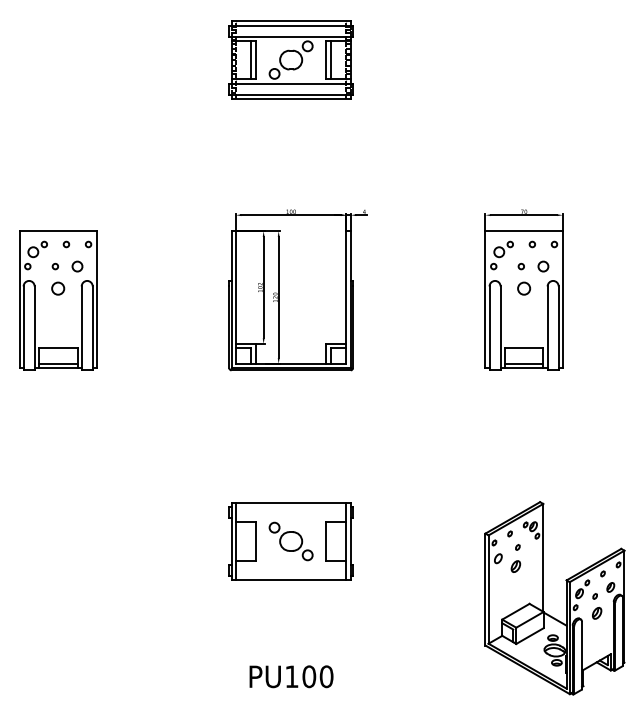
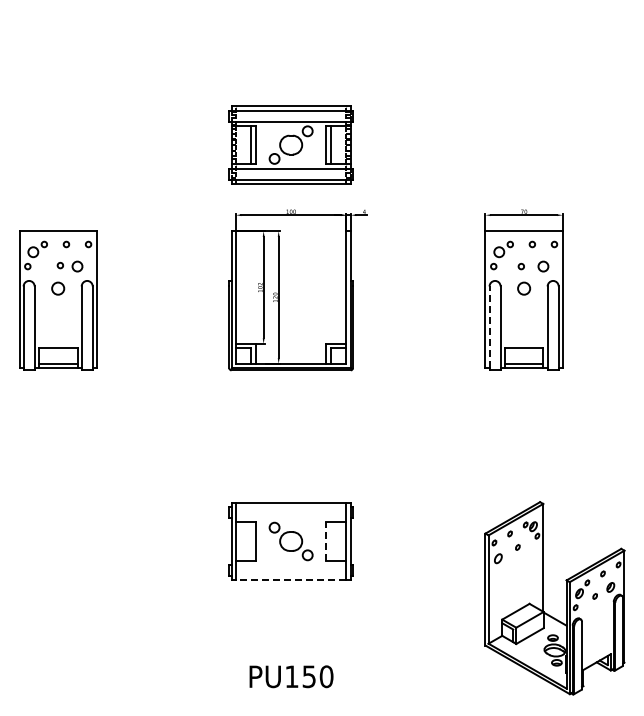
part at (290, 59) position: (290, 59) -> (290, 144)
circle at (55, 266) position: (55, 266) -> (60, 265)
line at (489, 327): solid -> dashed
line at (326, 541): solid -> dashed
part at (515, 566): present -> none
line at (290, 580): solid -> dashed
part at (597, 613): present -> none
text at (309, 676): PU100 -> PU150
